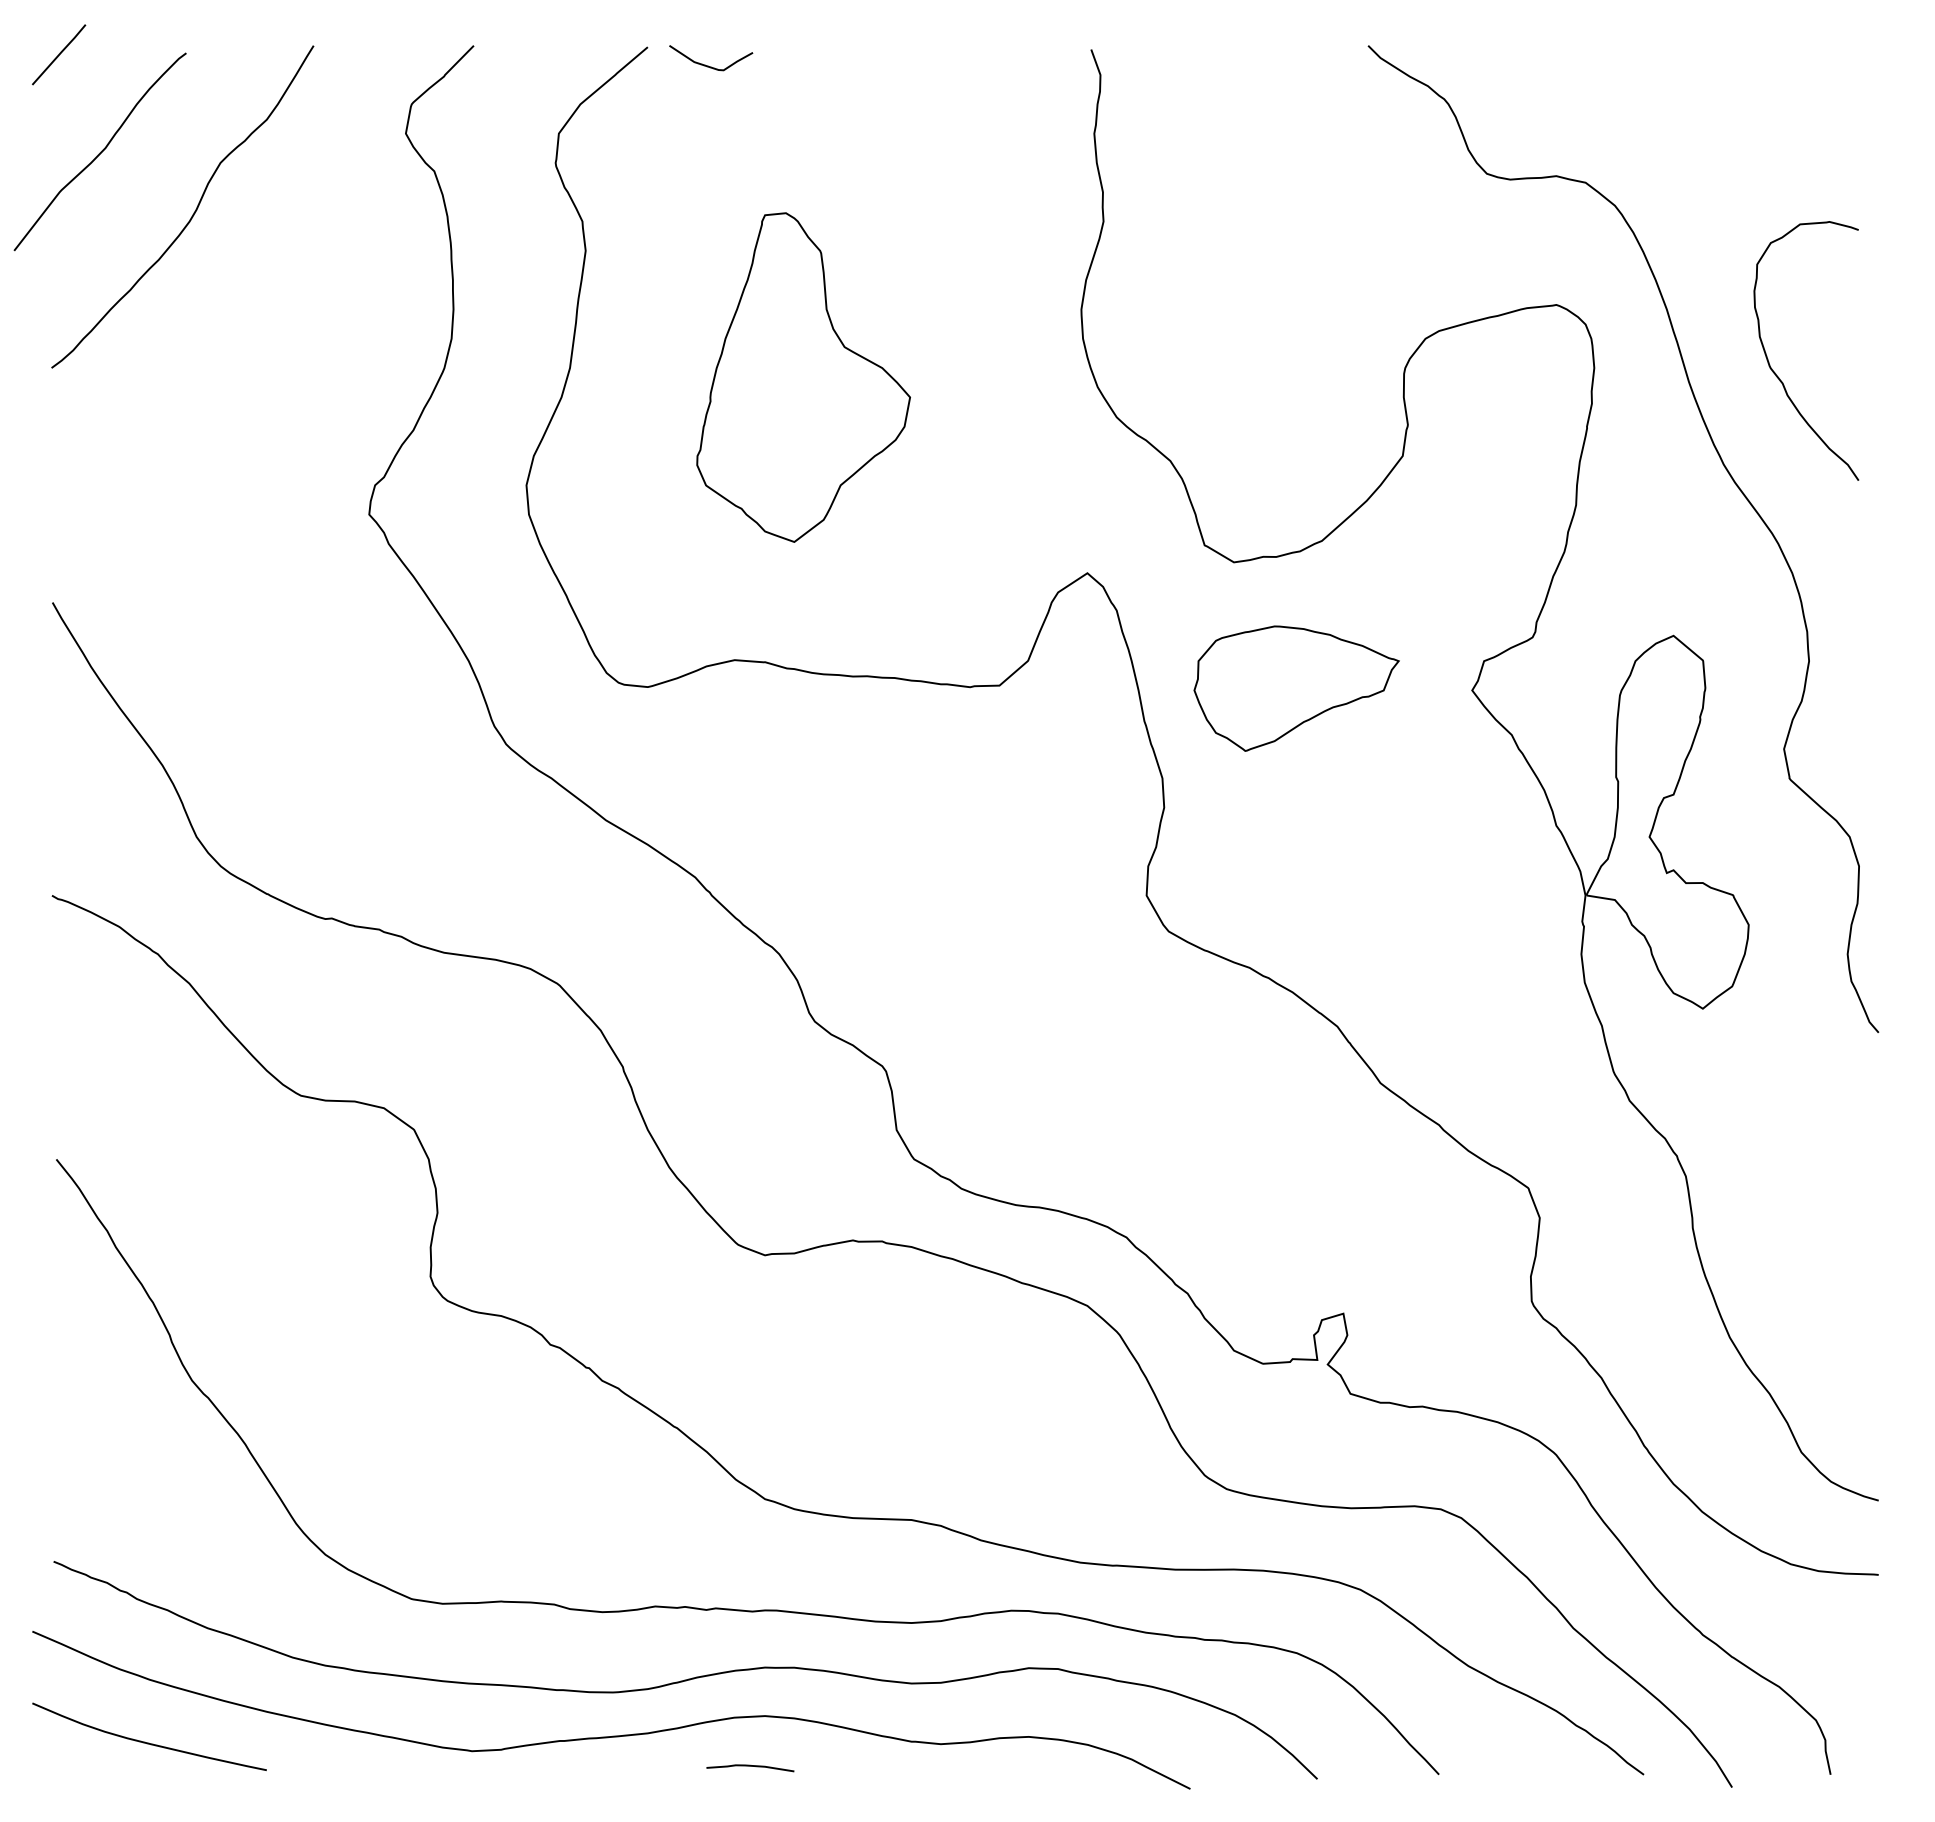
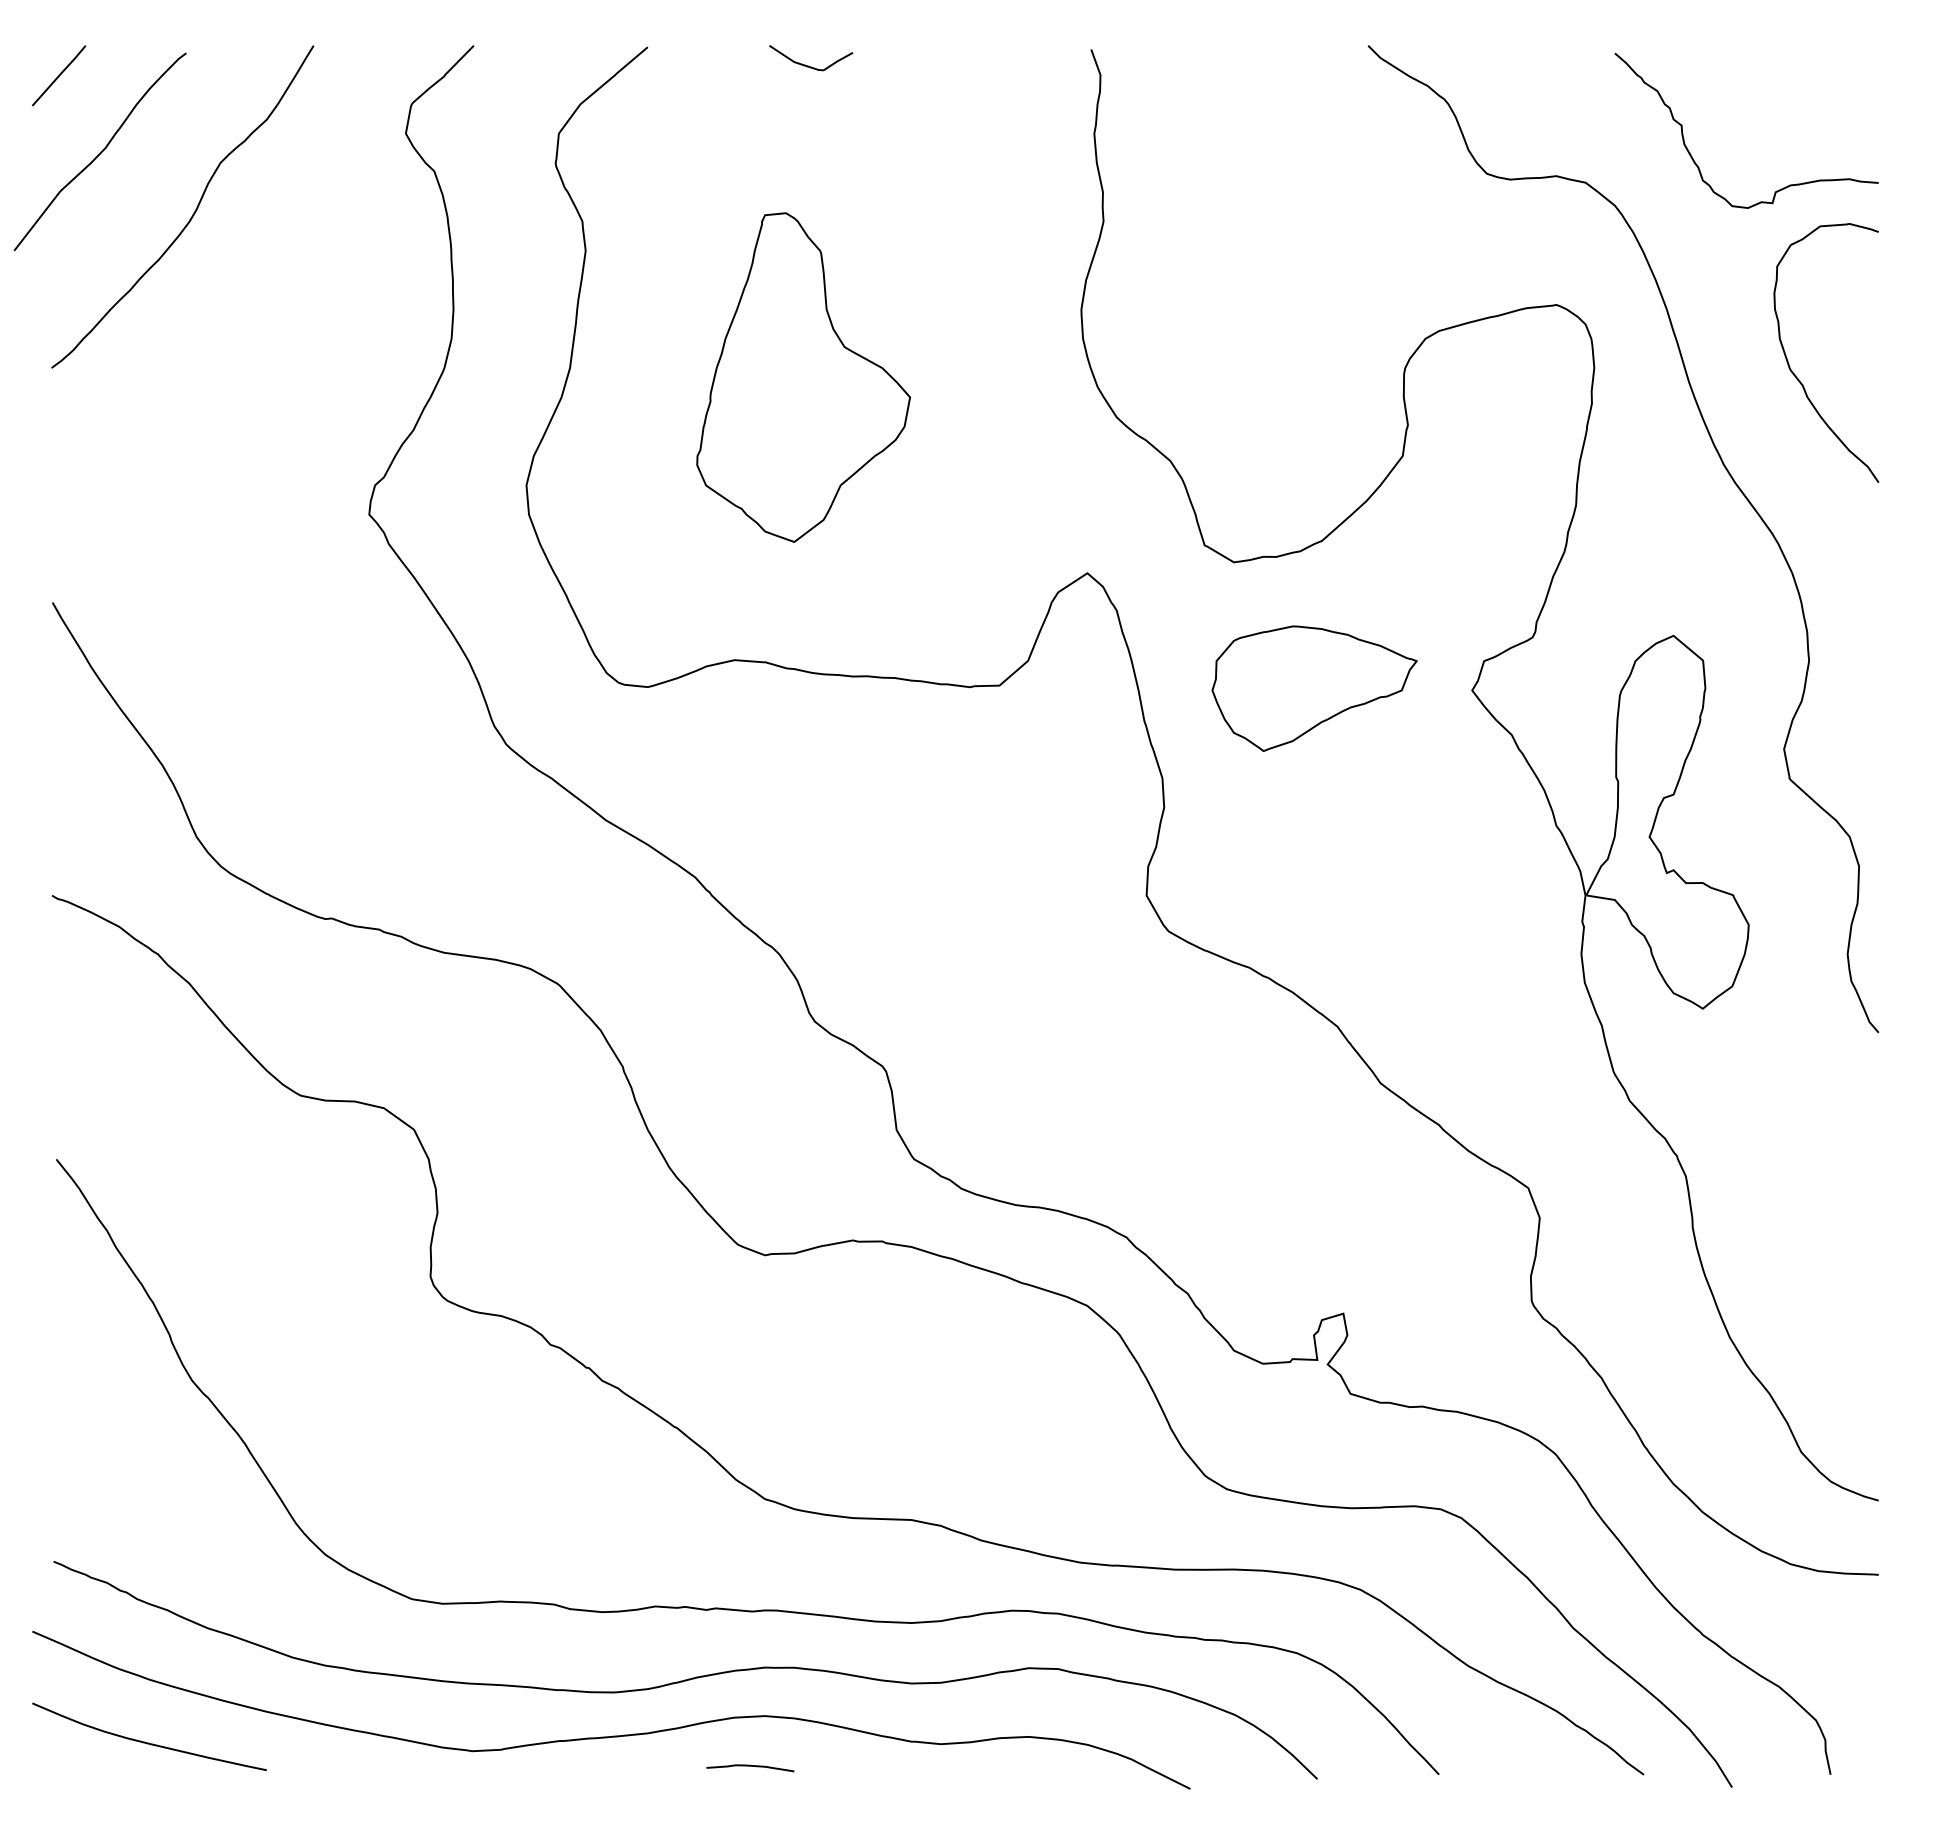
line at (59, 54) position: (59, 54) -> (59, 75)
curve at (708, 65) position: (708, 65) -> (808, 65)
curve at (1698, 165): none -> present
curve at (1775, 372) position: (1775, 372) -> (1795, 374)
part at (1296, 688) position: (1296, 688) -> (1314, 688)
